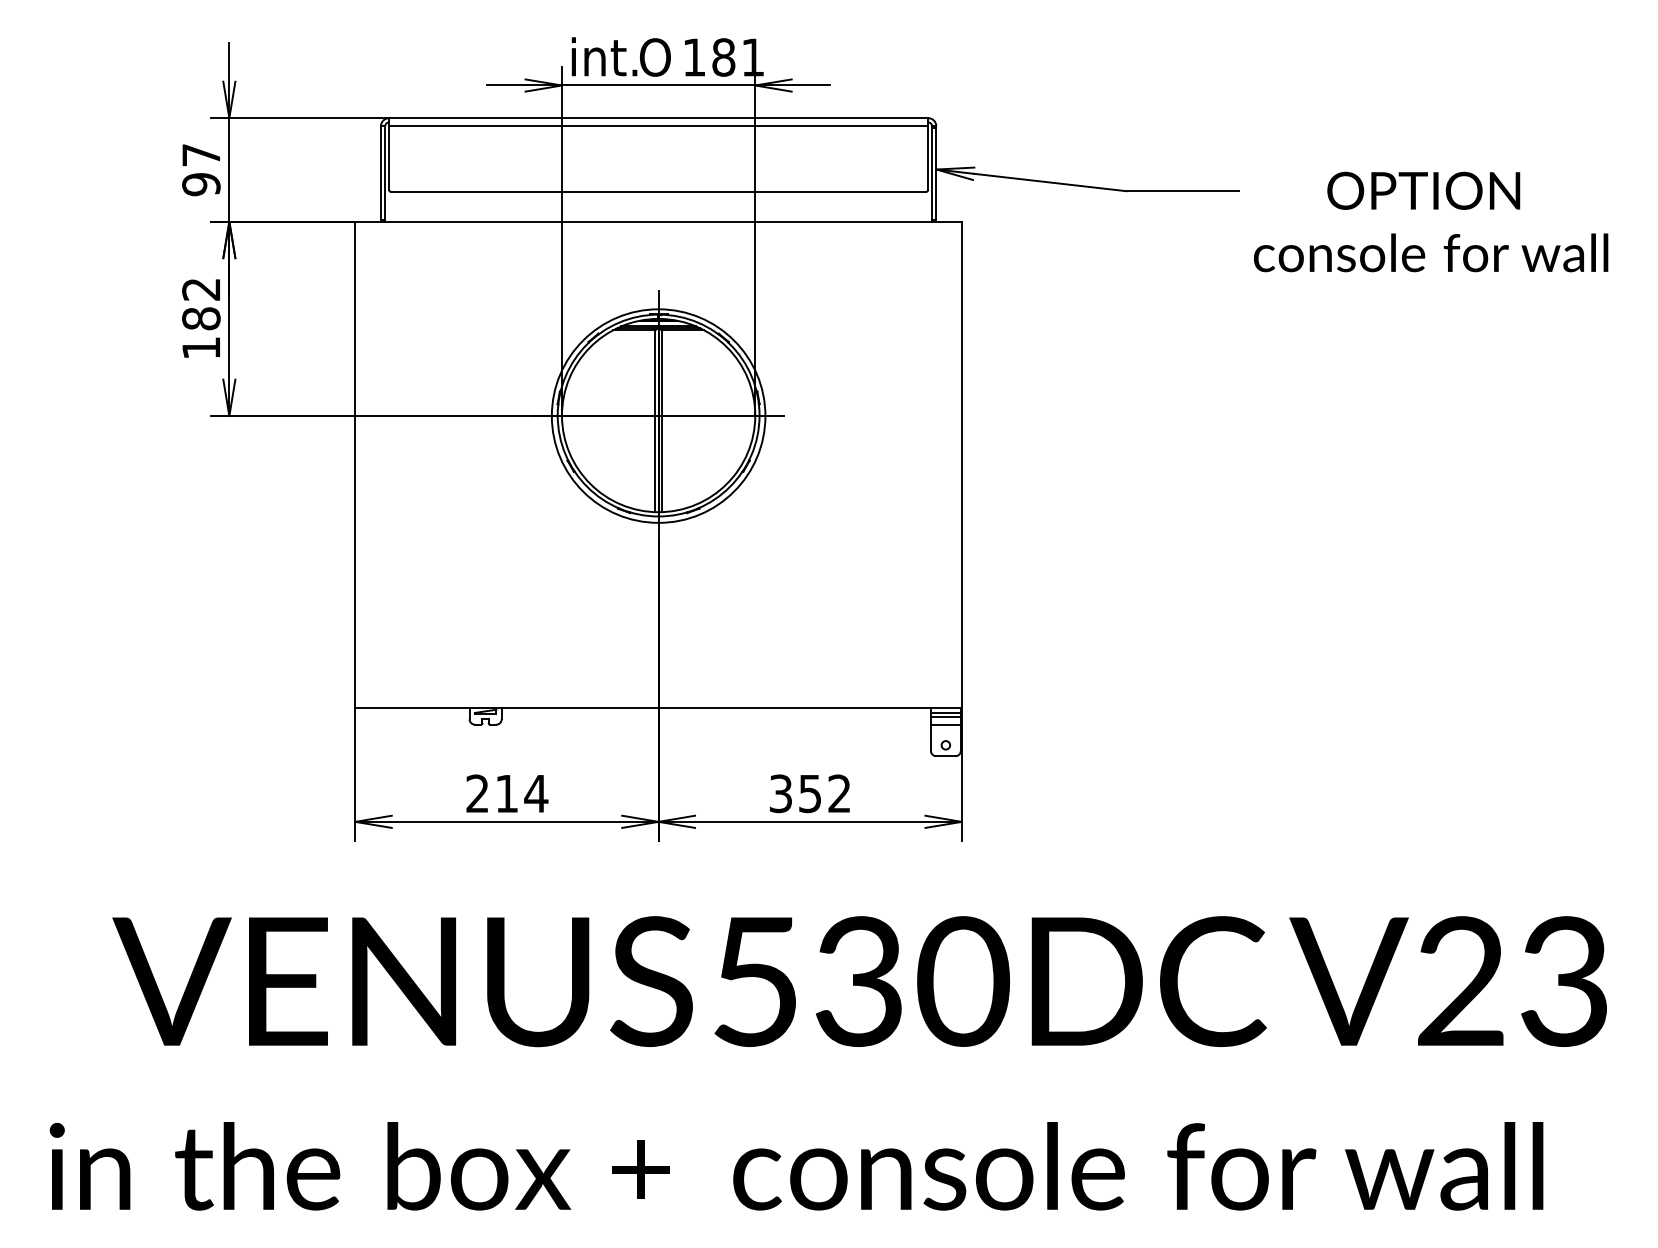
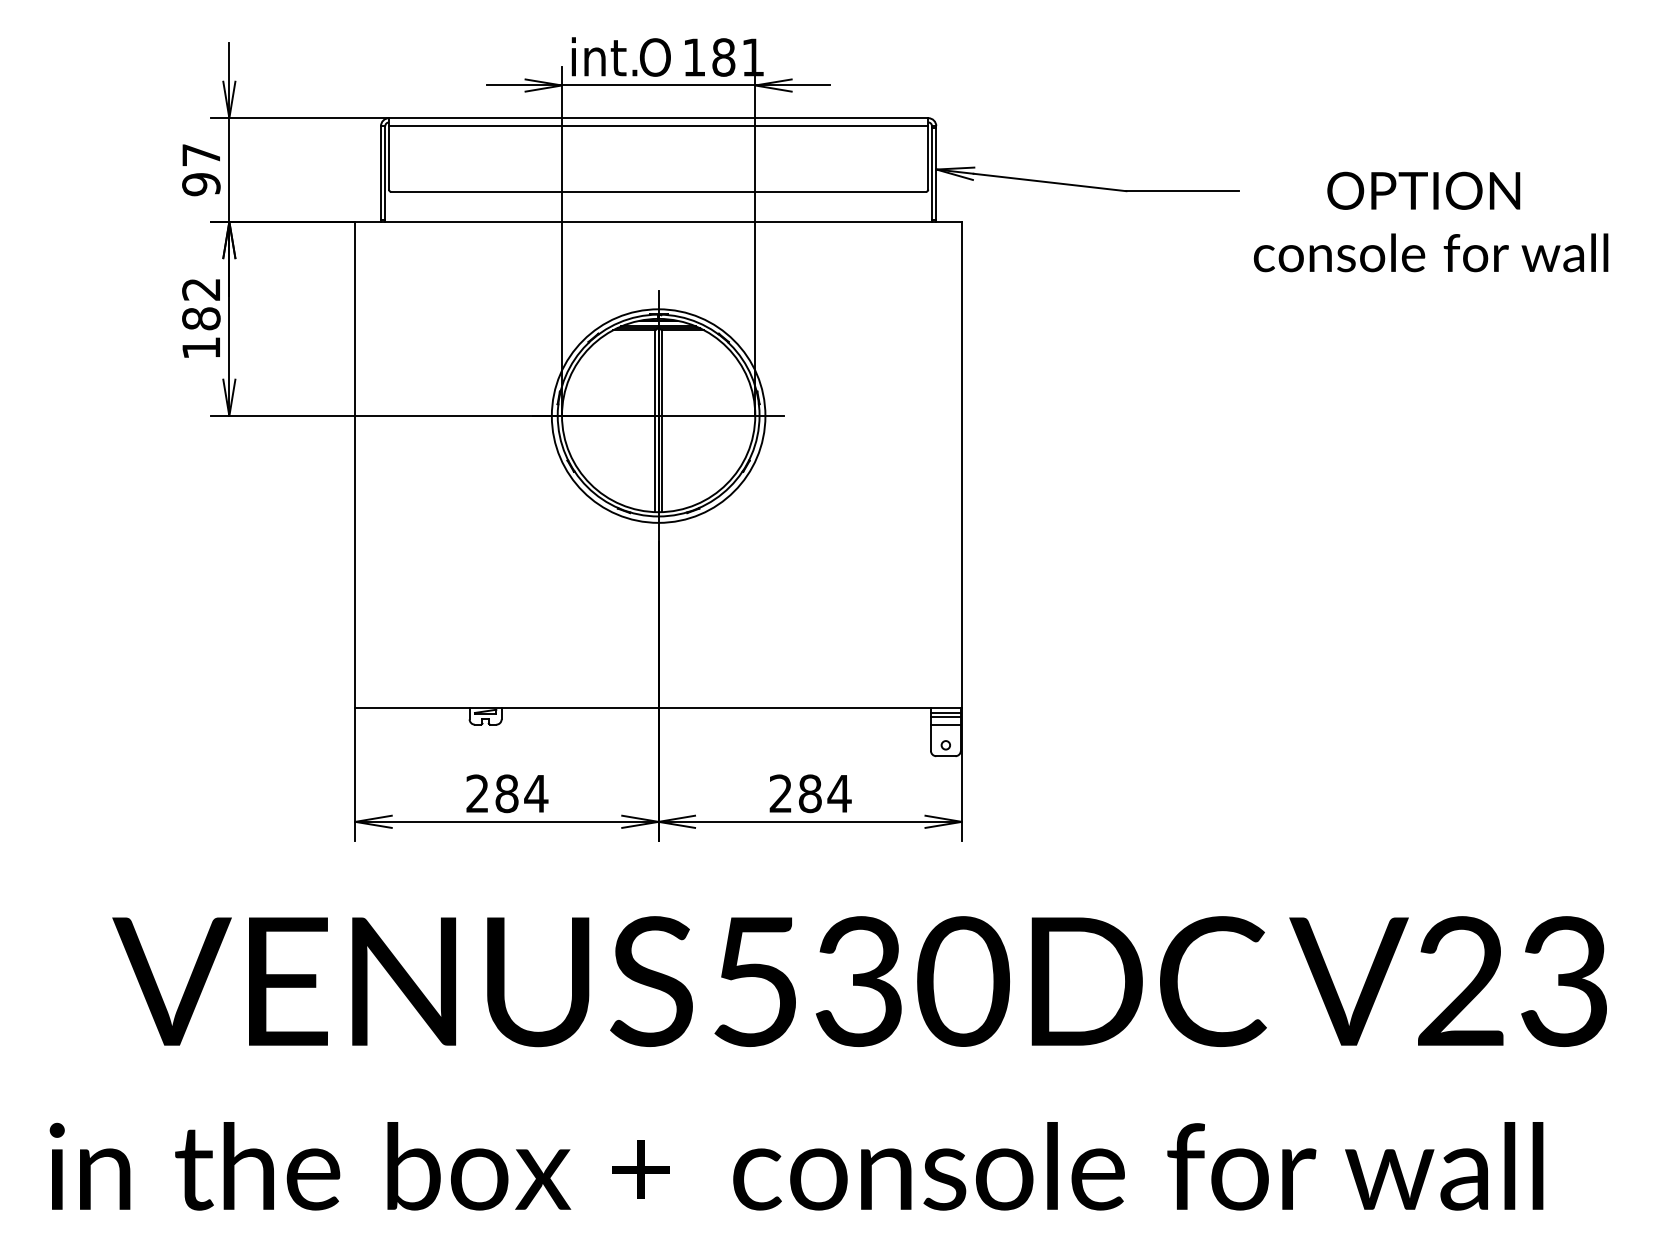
text at (506, 793): 214 -> 284
text at (810, 793): 352 -> 284
